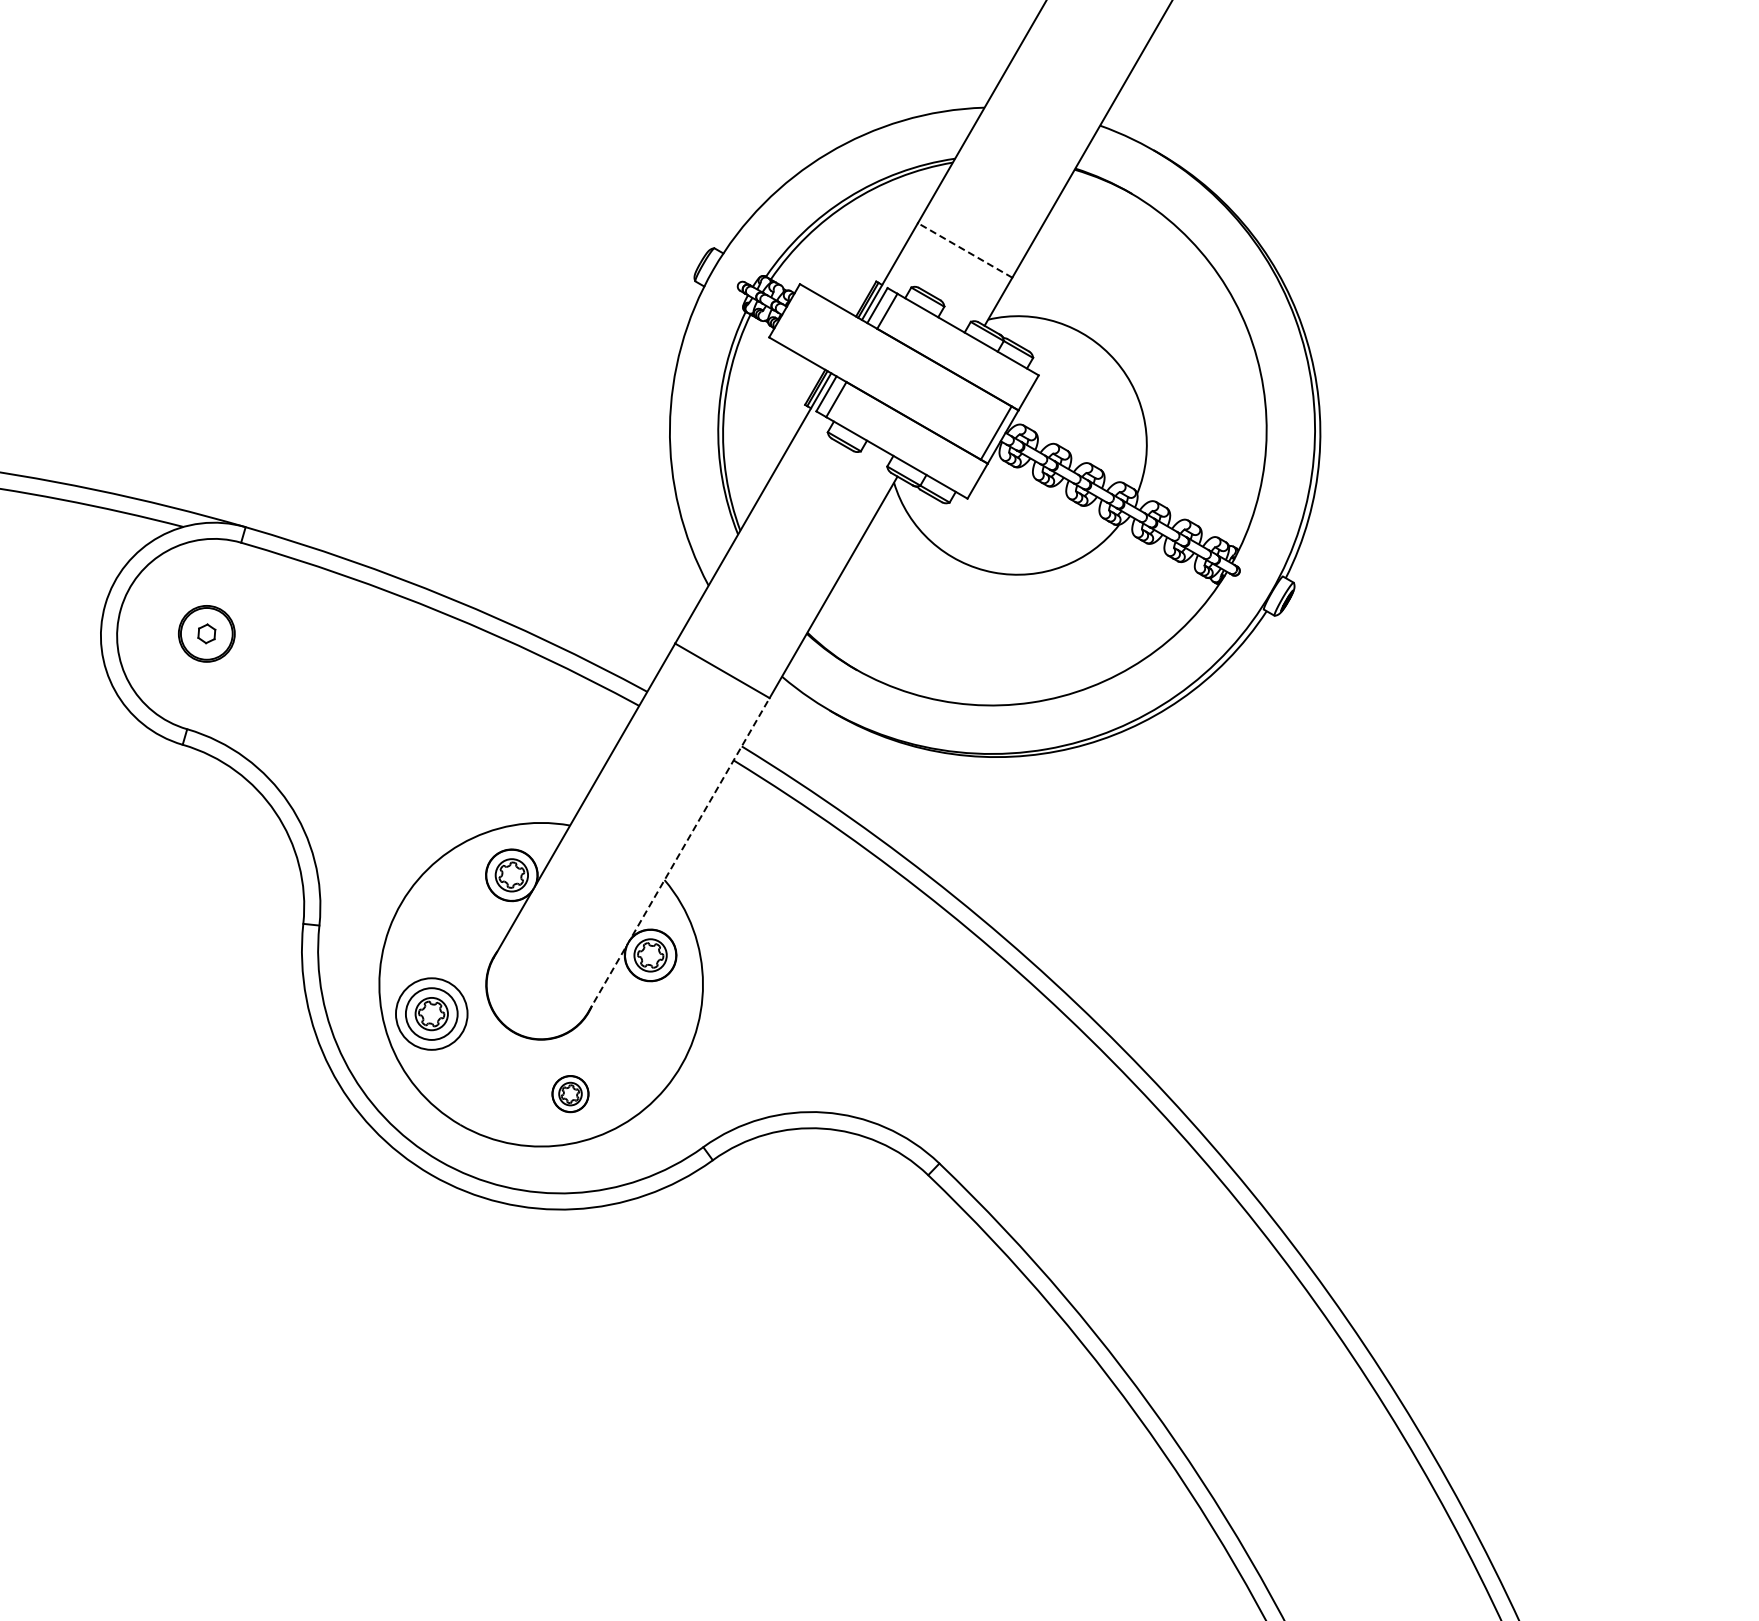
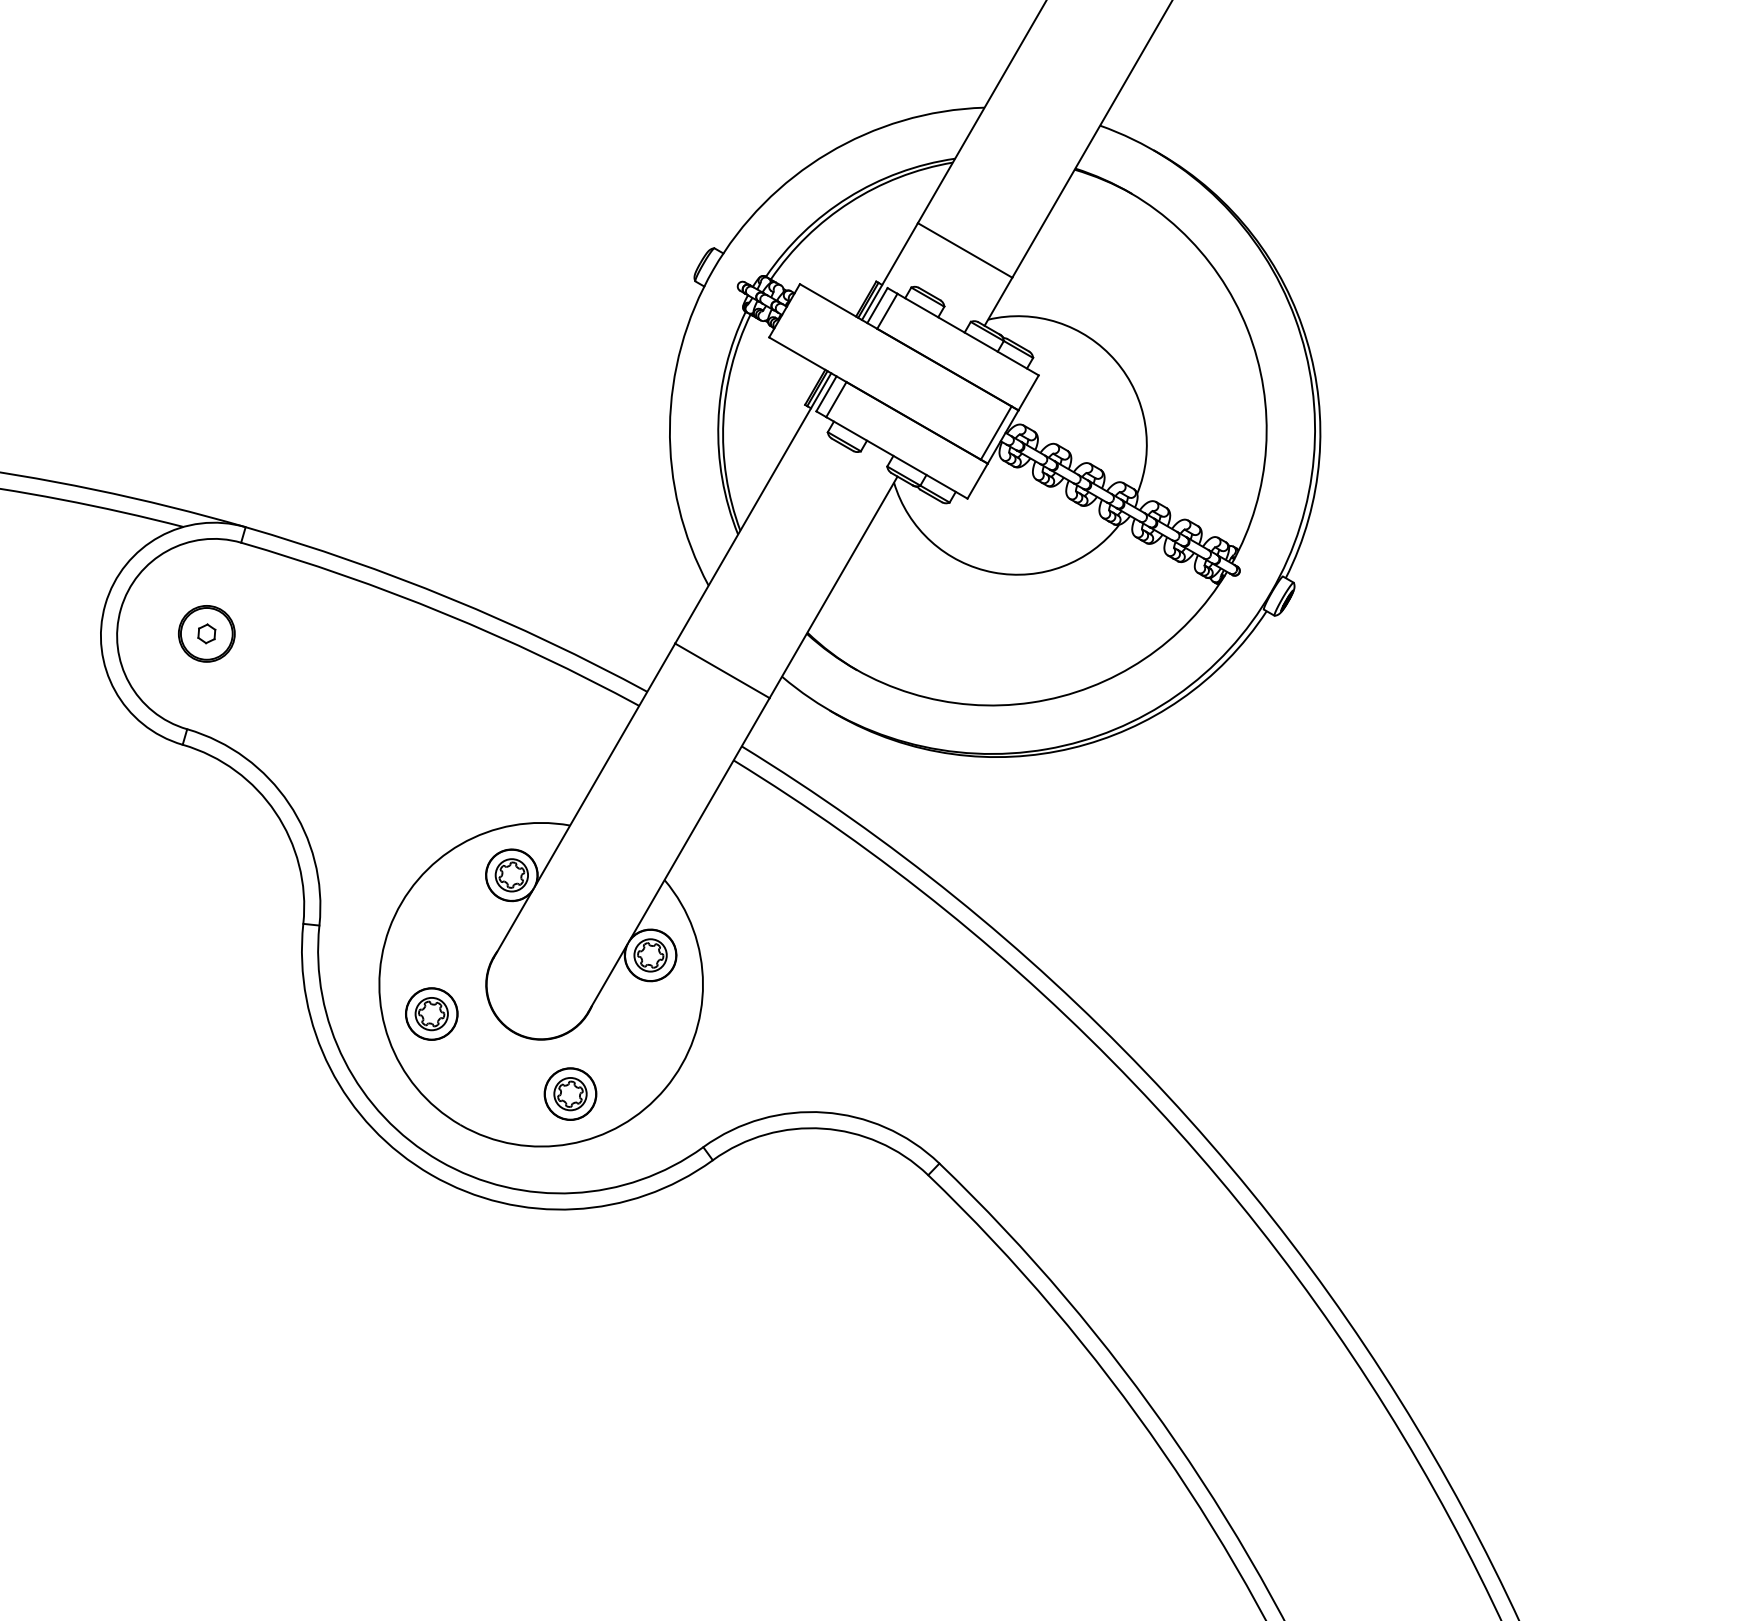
line at (965, 250): dashed -> solid
line at (679, 854): dashed -> solid
circle at (431, 1013) diameter: 72 px -> 51 px
part at (570, 1094) size: 39x39 px -> 55x54 px
